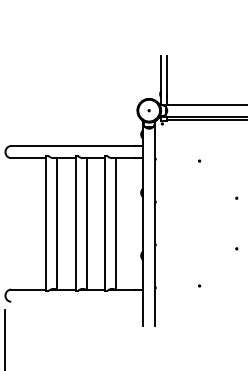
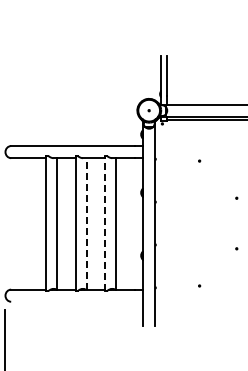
line at (86, 223): solid -> dashed
line at (104, 223): solid -> dashed
